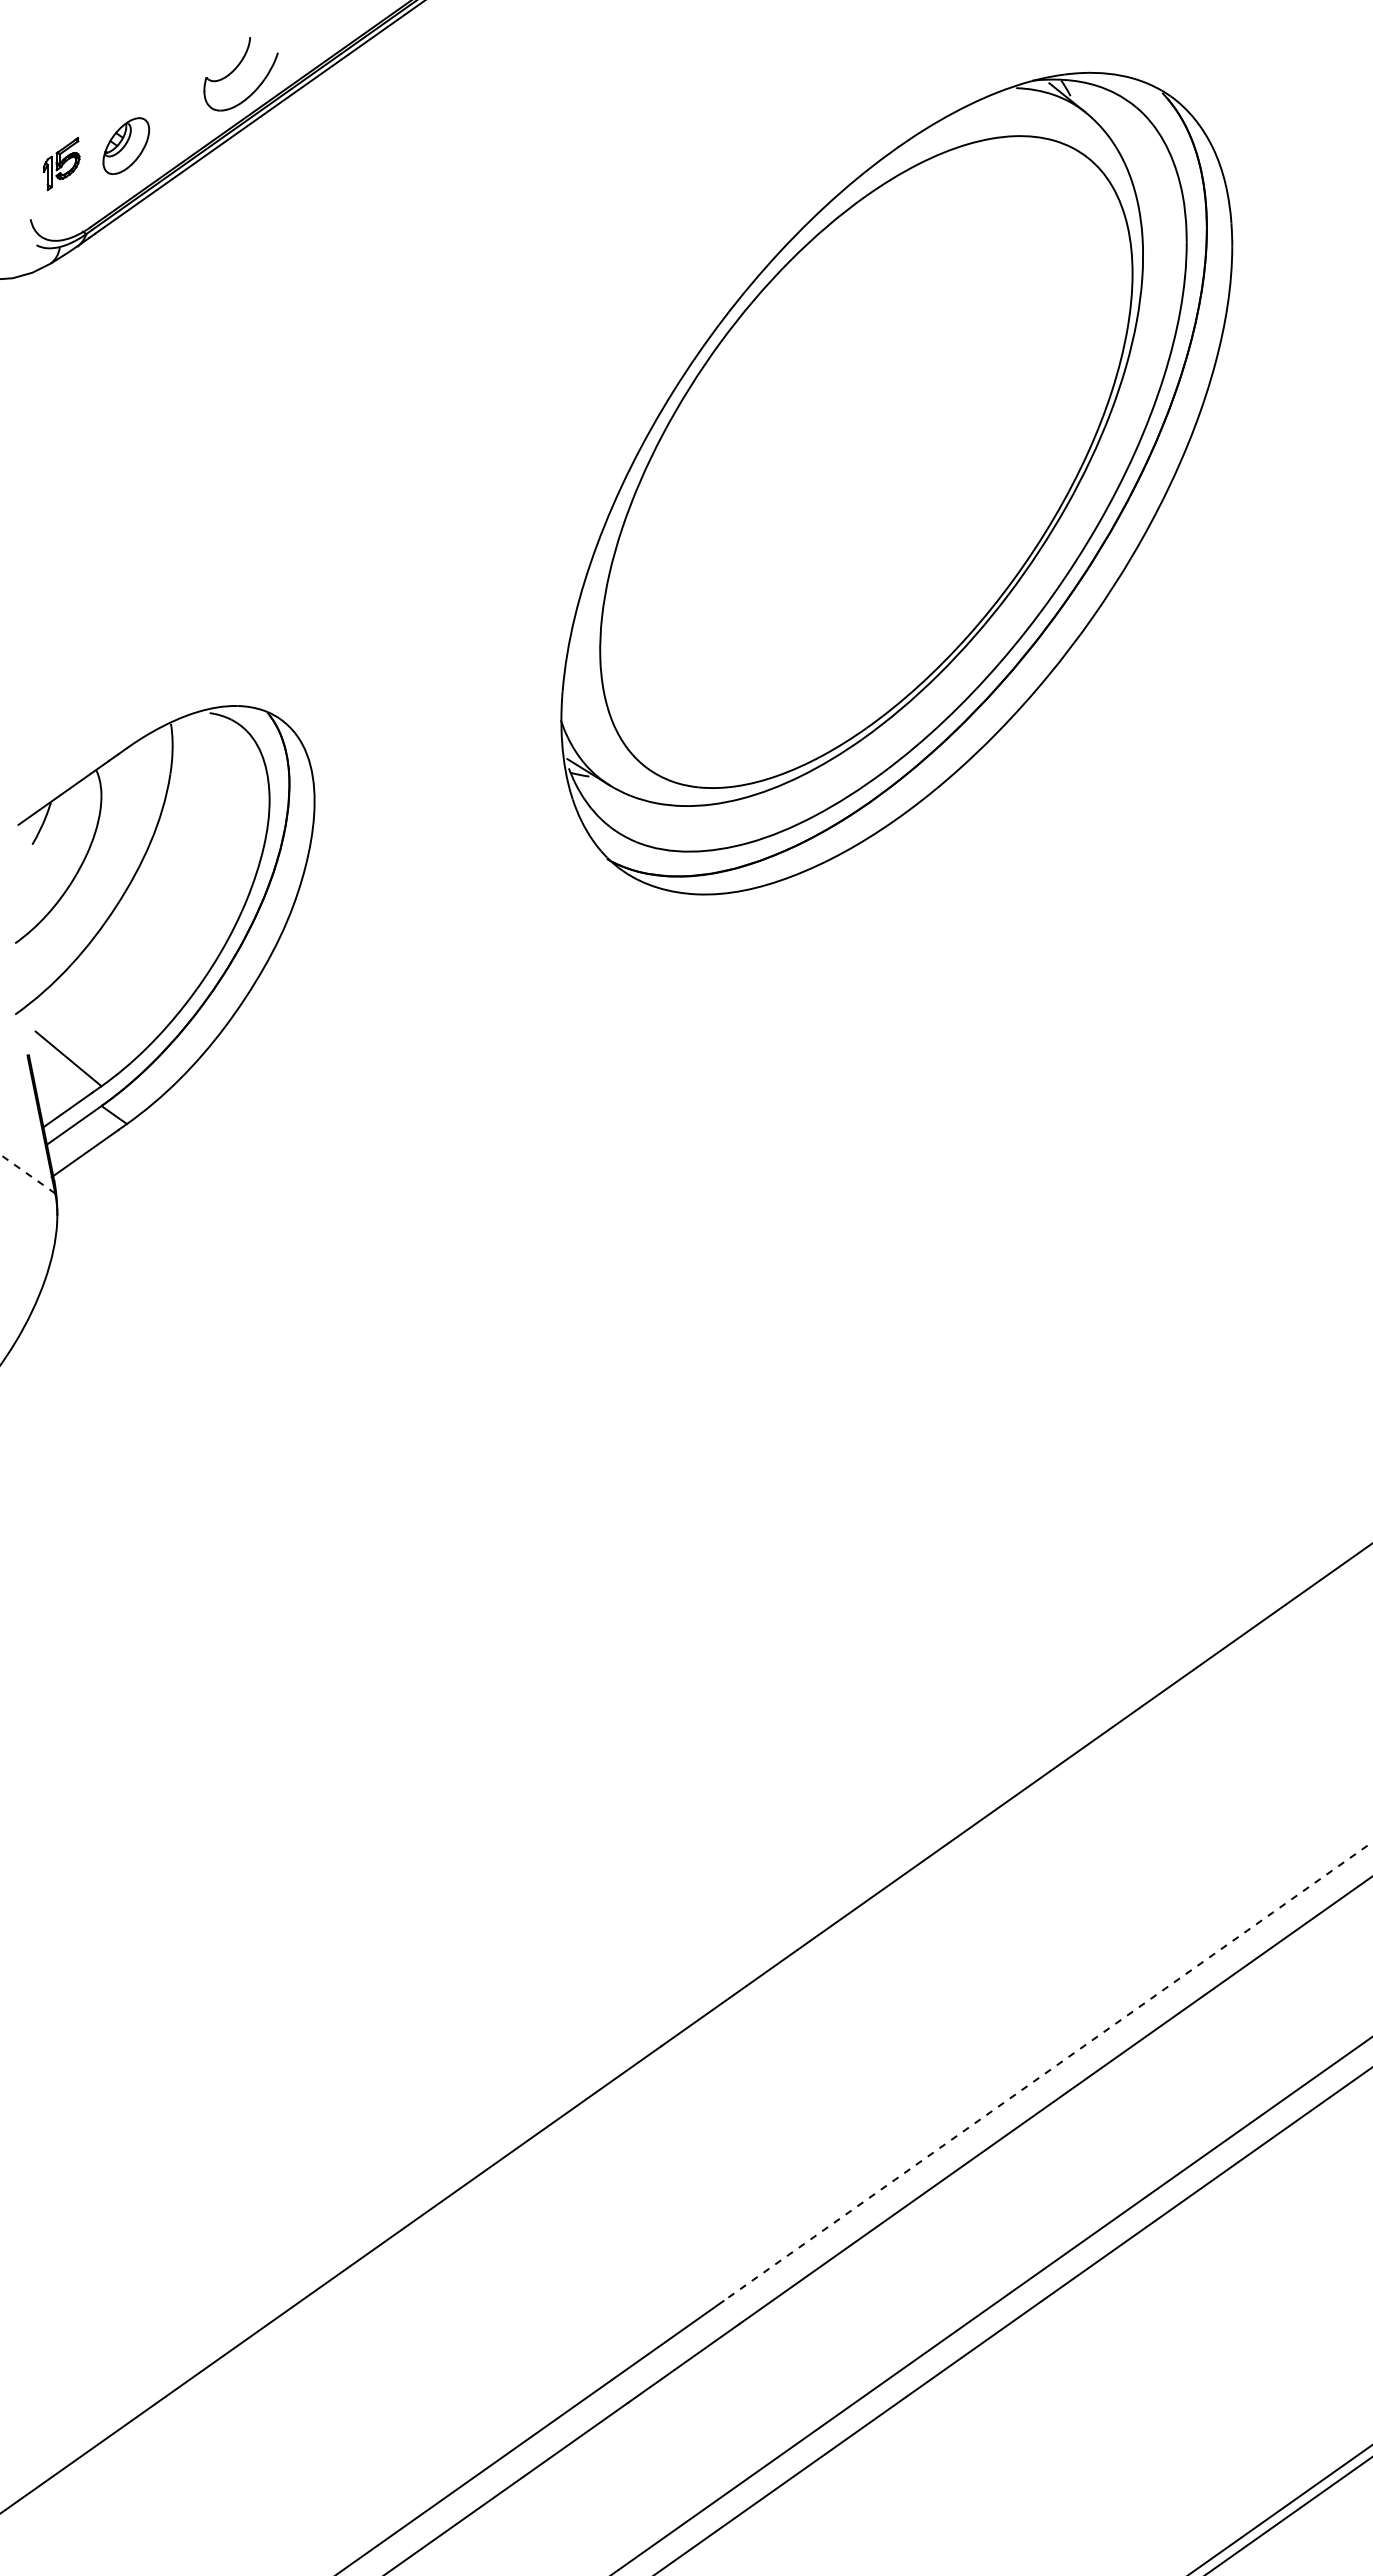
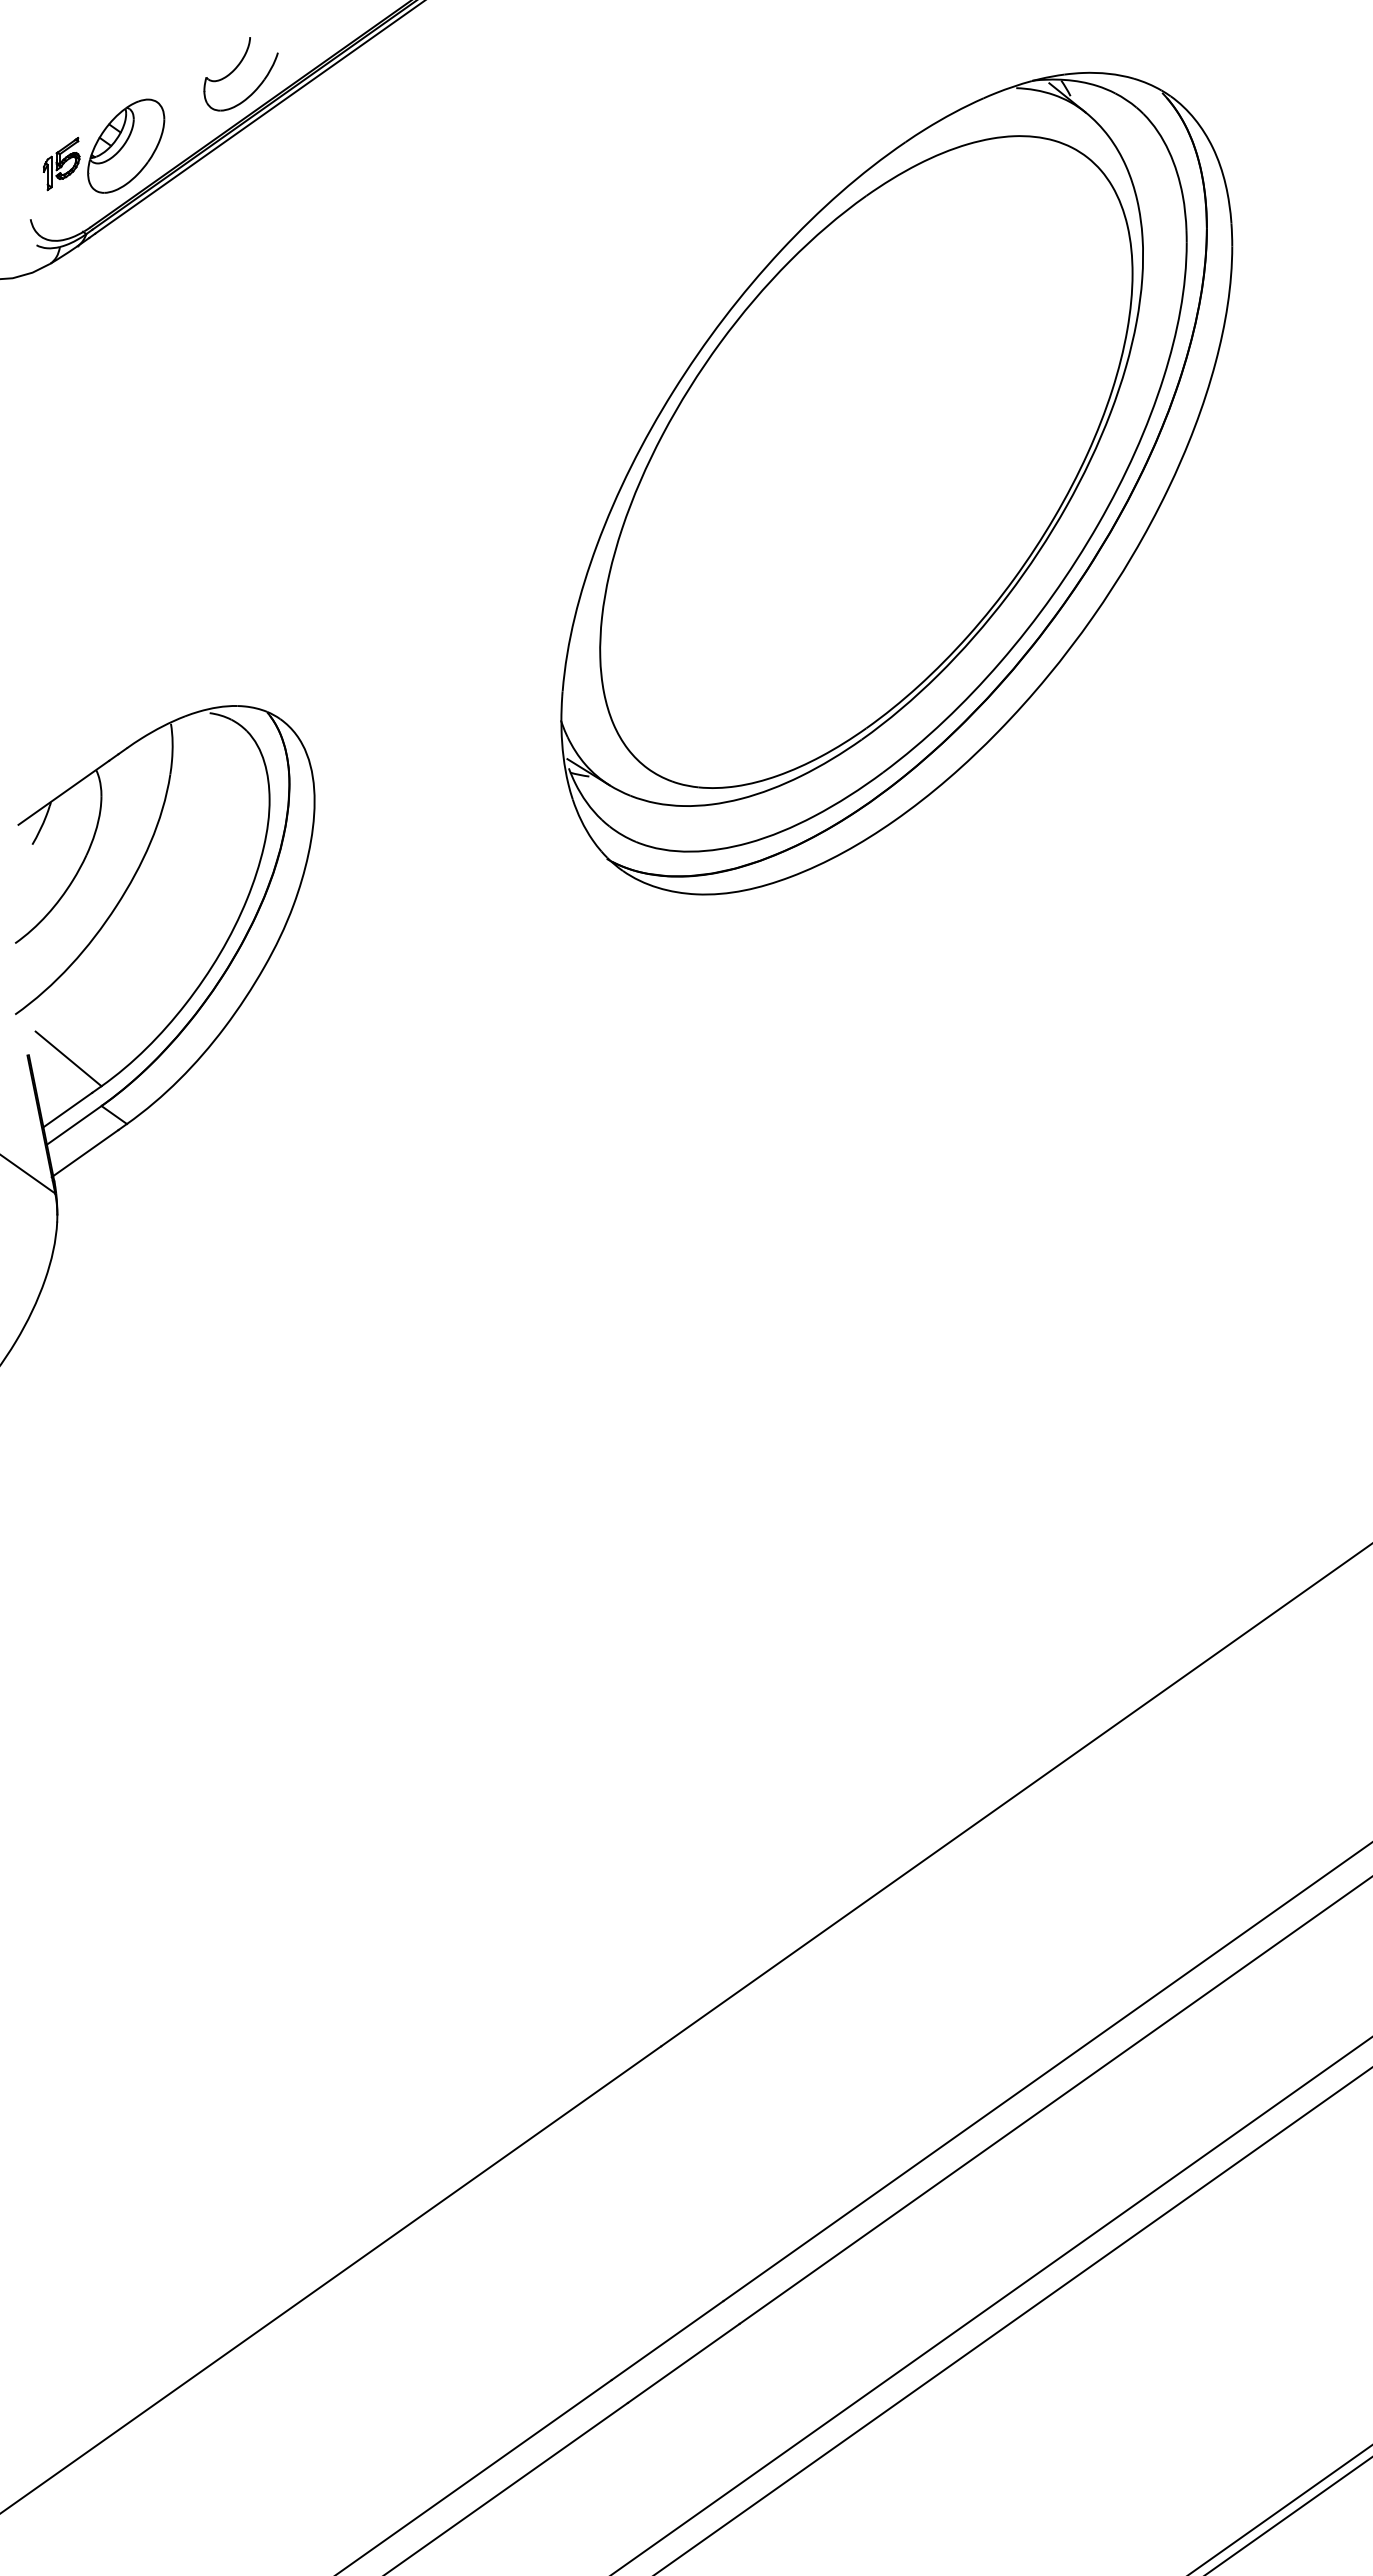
part at (126, 145) size: 49x58 px -> 79x96 px
line at (27, 1173): dashed -> solid
line at (1047, 2071): dashed -> solid
